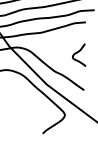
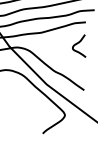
curve at (79, 52) position: (79, 52) -> (79, 43)
